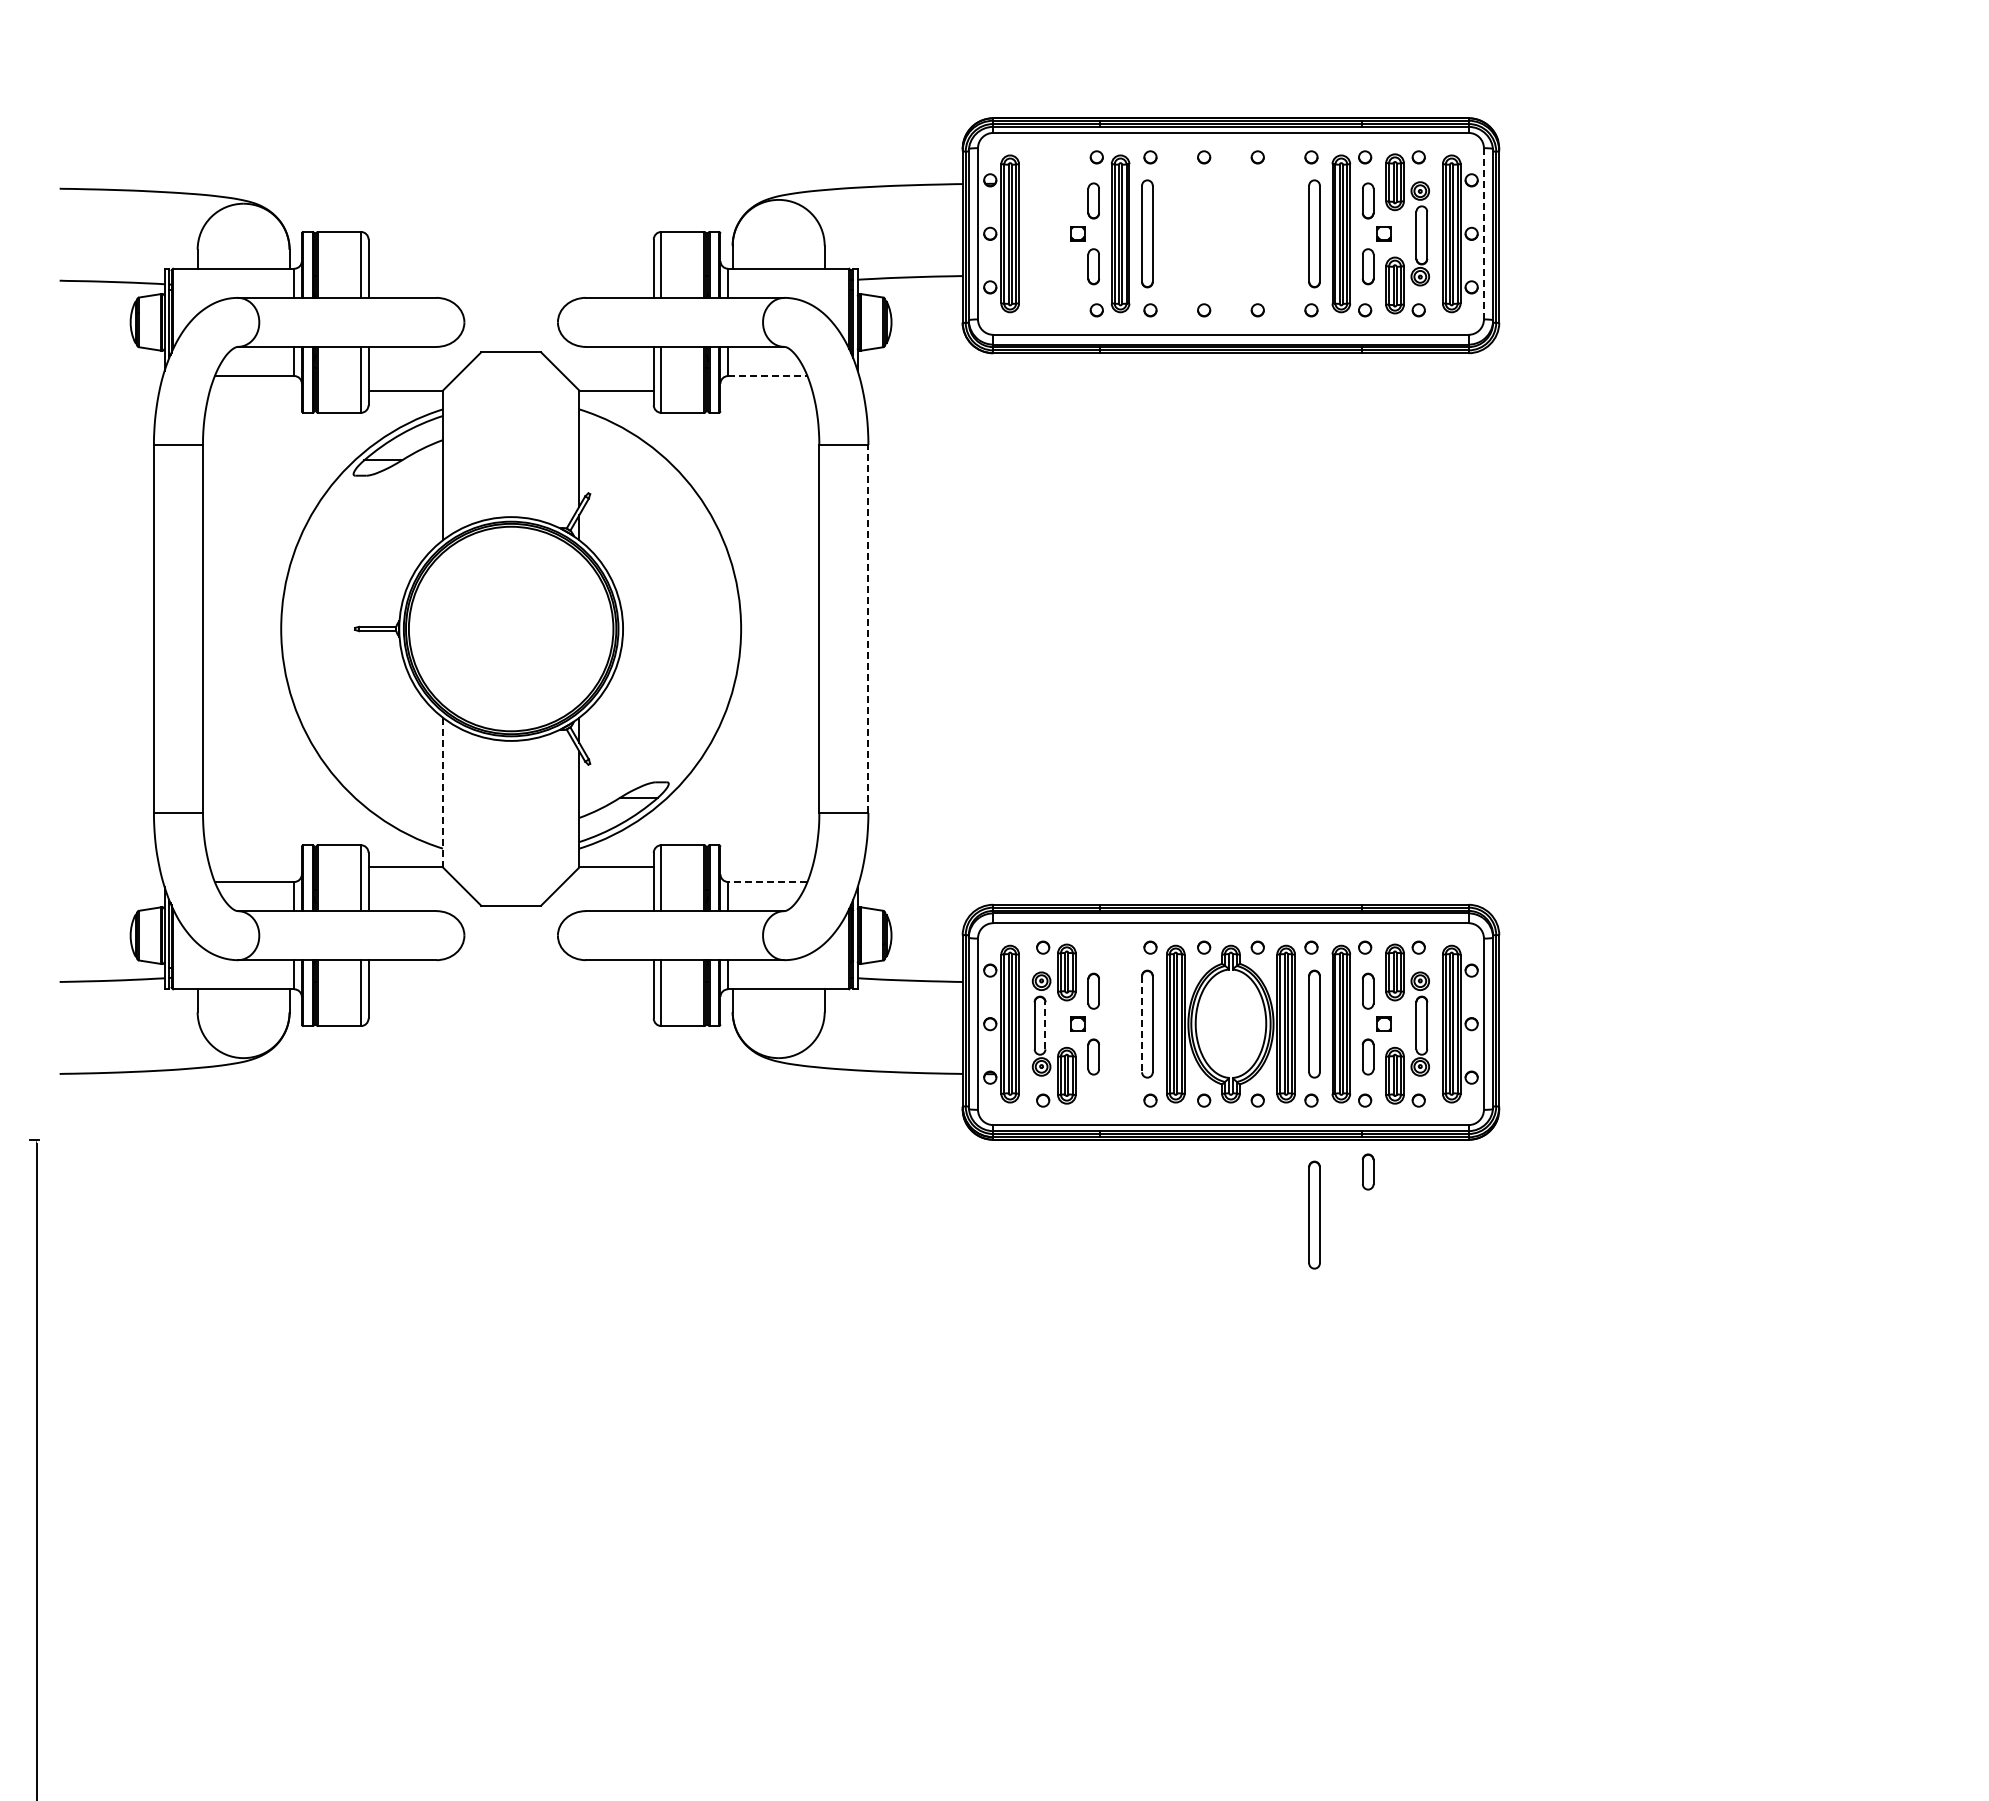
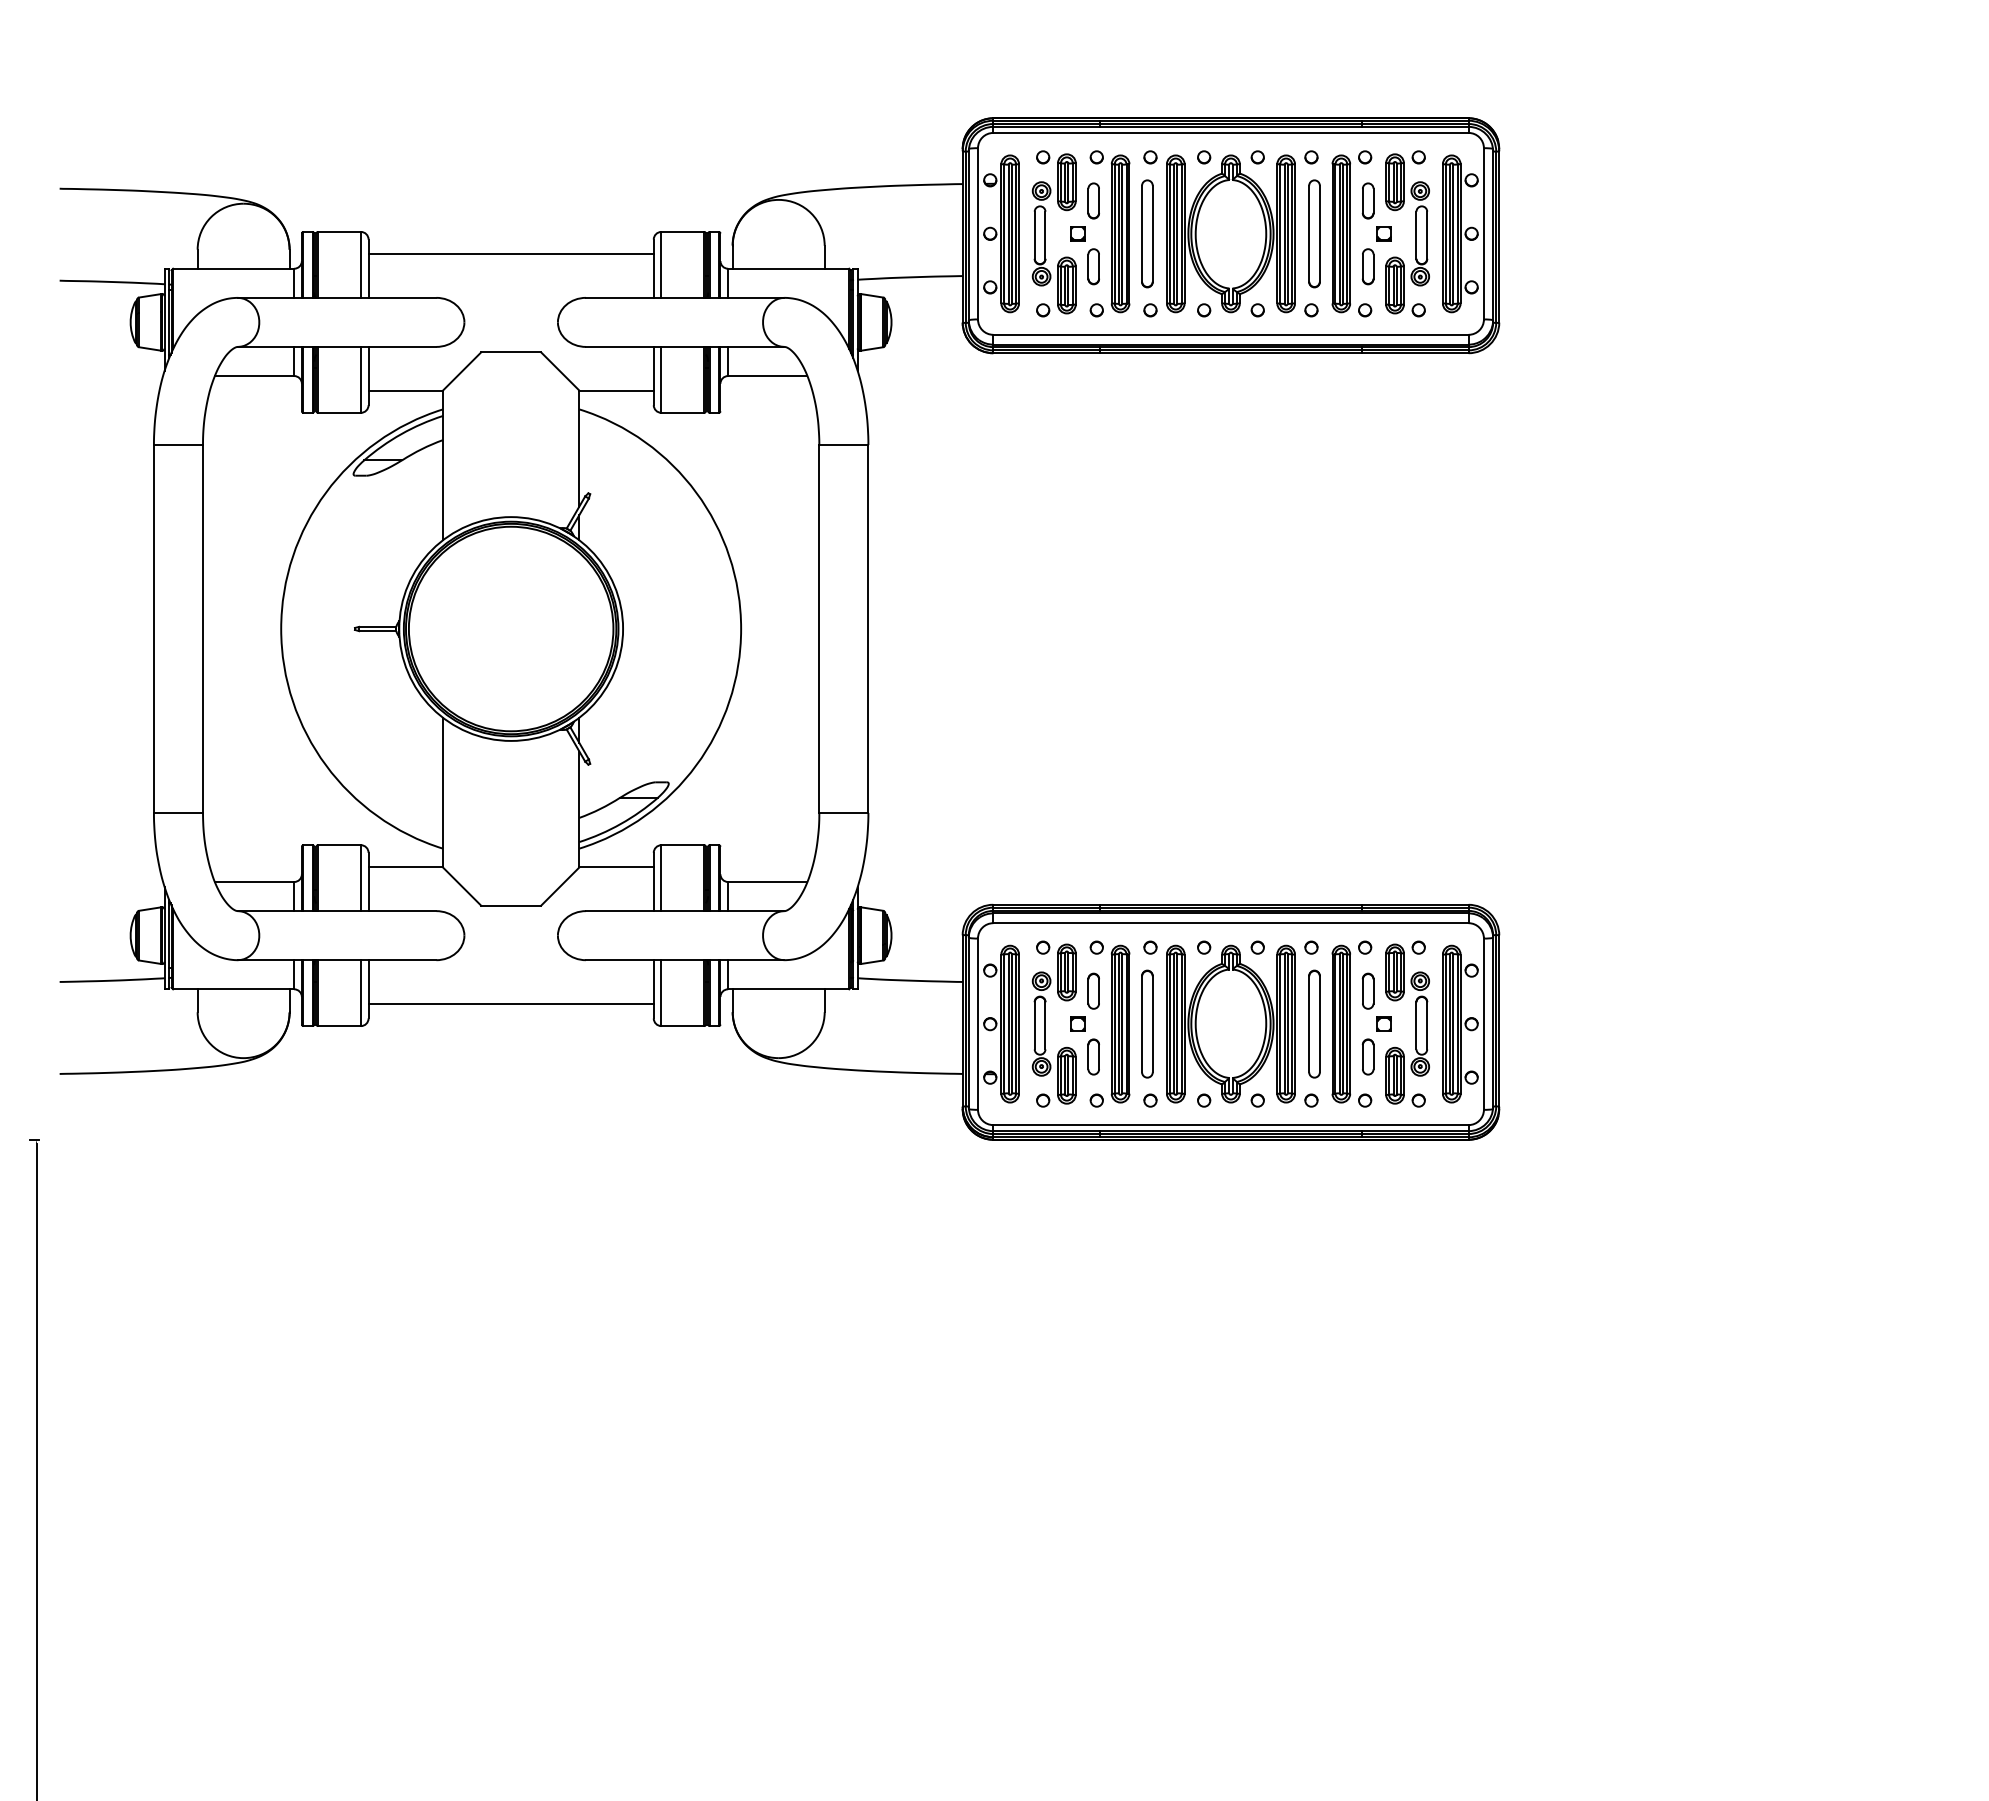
part at (1045, 233): none -> present
part at (1230, 233): none -> present
line at (1483, 233): dashed -> solid
line at (510, 254): none -> present
line at (767, 376): dashed -> solid
line at (868, 629): dashed -> solid
line at (442, 792): dashed -> solid
line at (767, 882): dashed -> solid
line at (510, 1003): none -> present
part at (1109, 1023): none -> present
line at (1142, 1024): dashed -> solid
line at (1045, 1025): dashed -> solid
part at (1367, 1171): present -> none
part at (1314, 1214): present -> none
